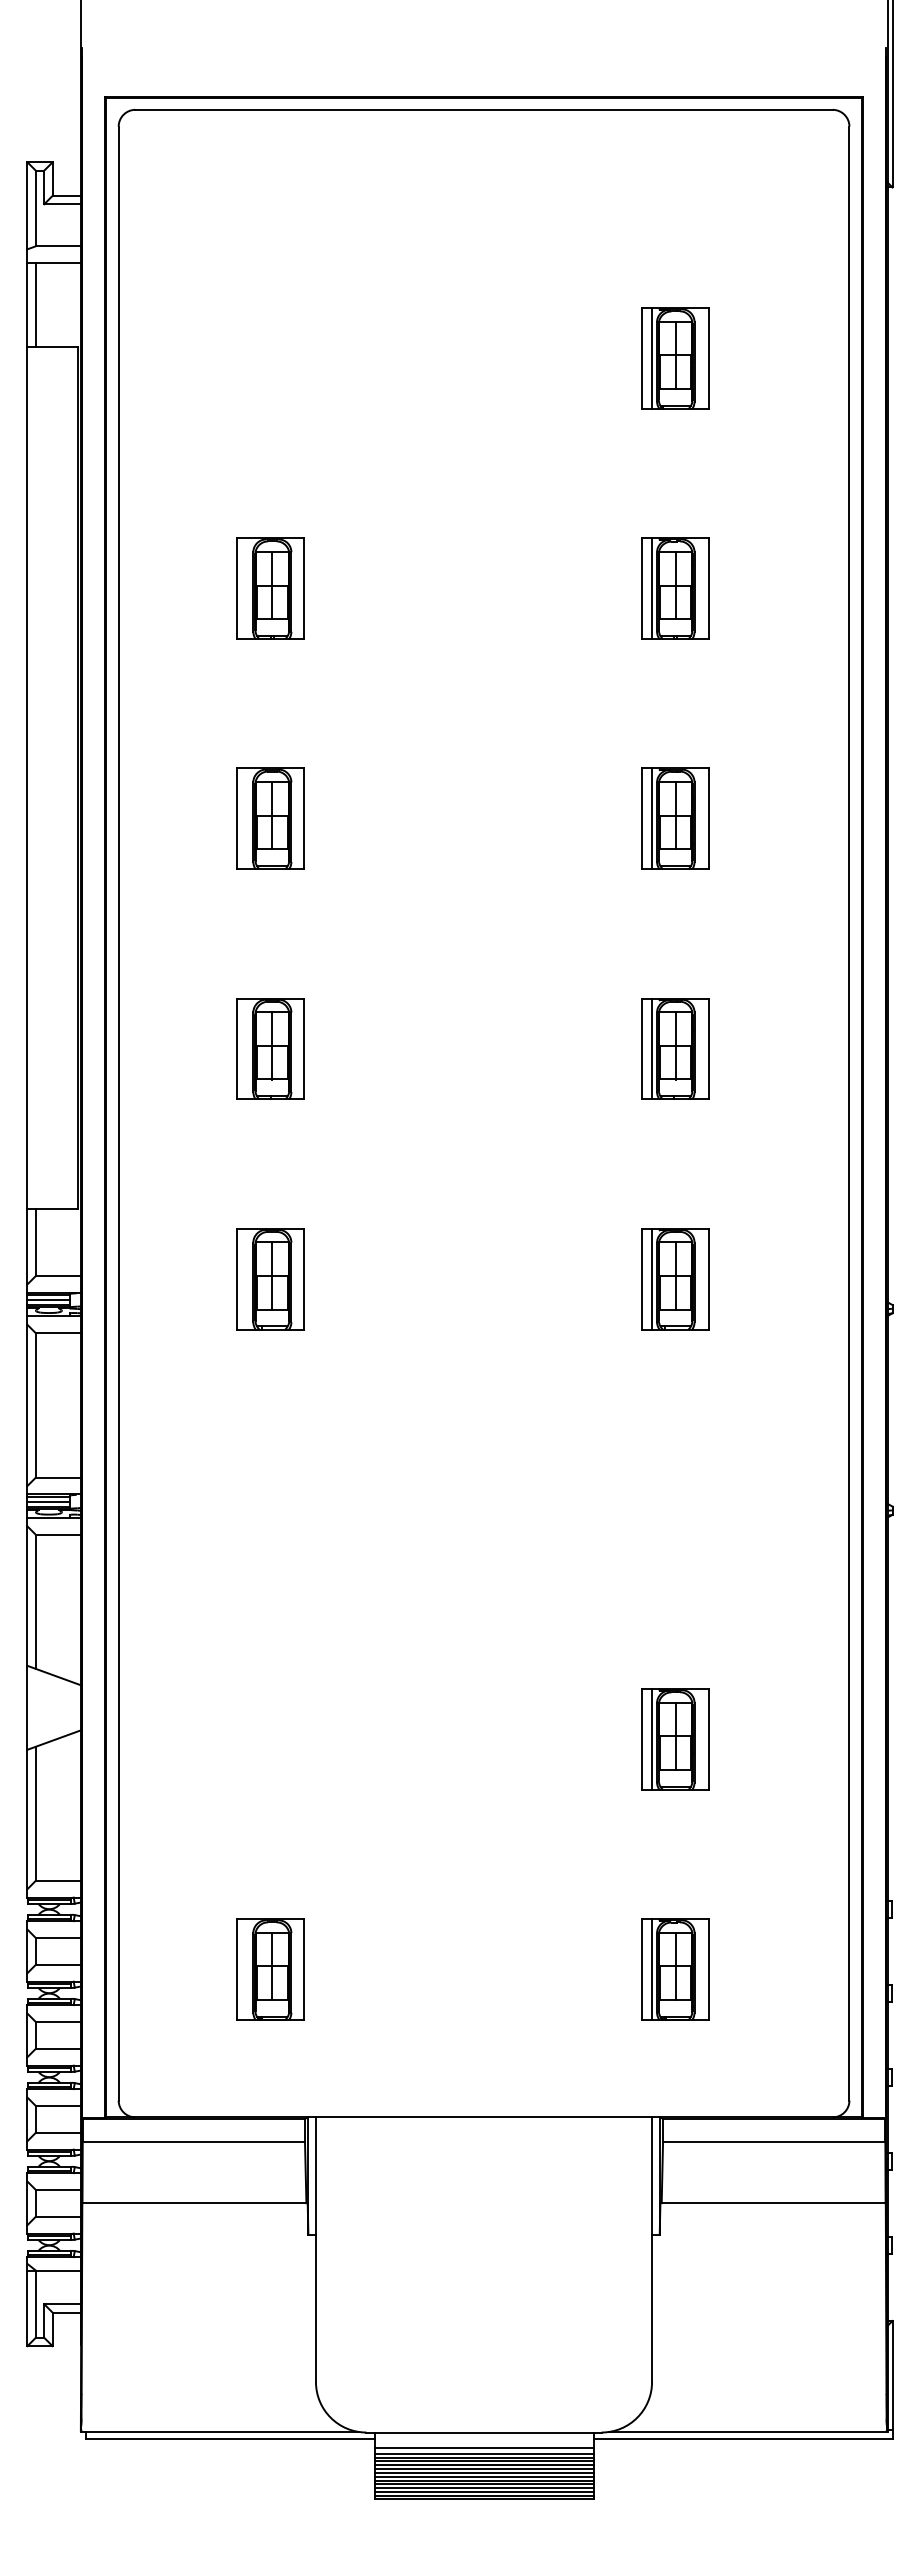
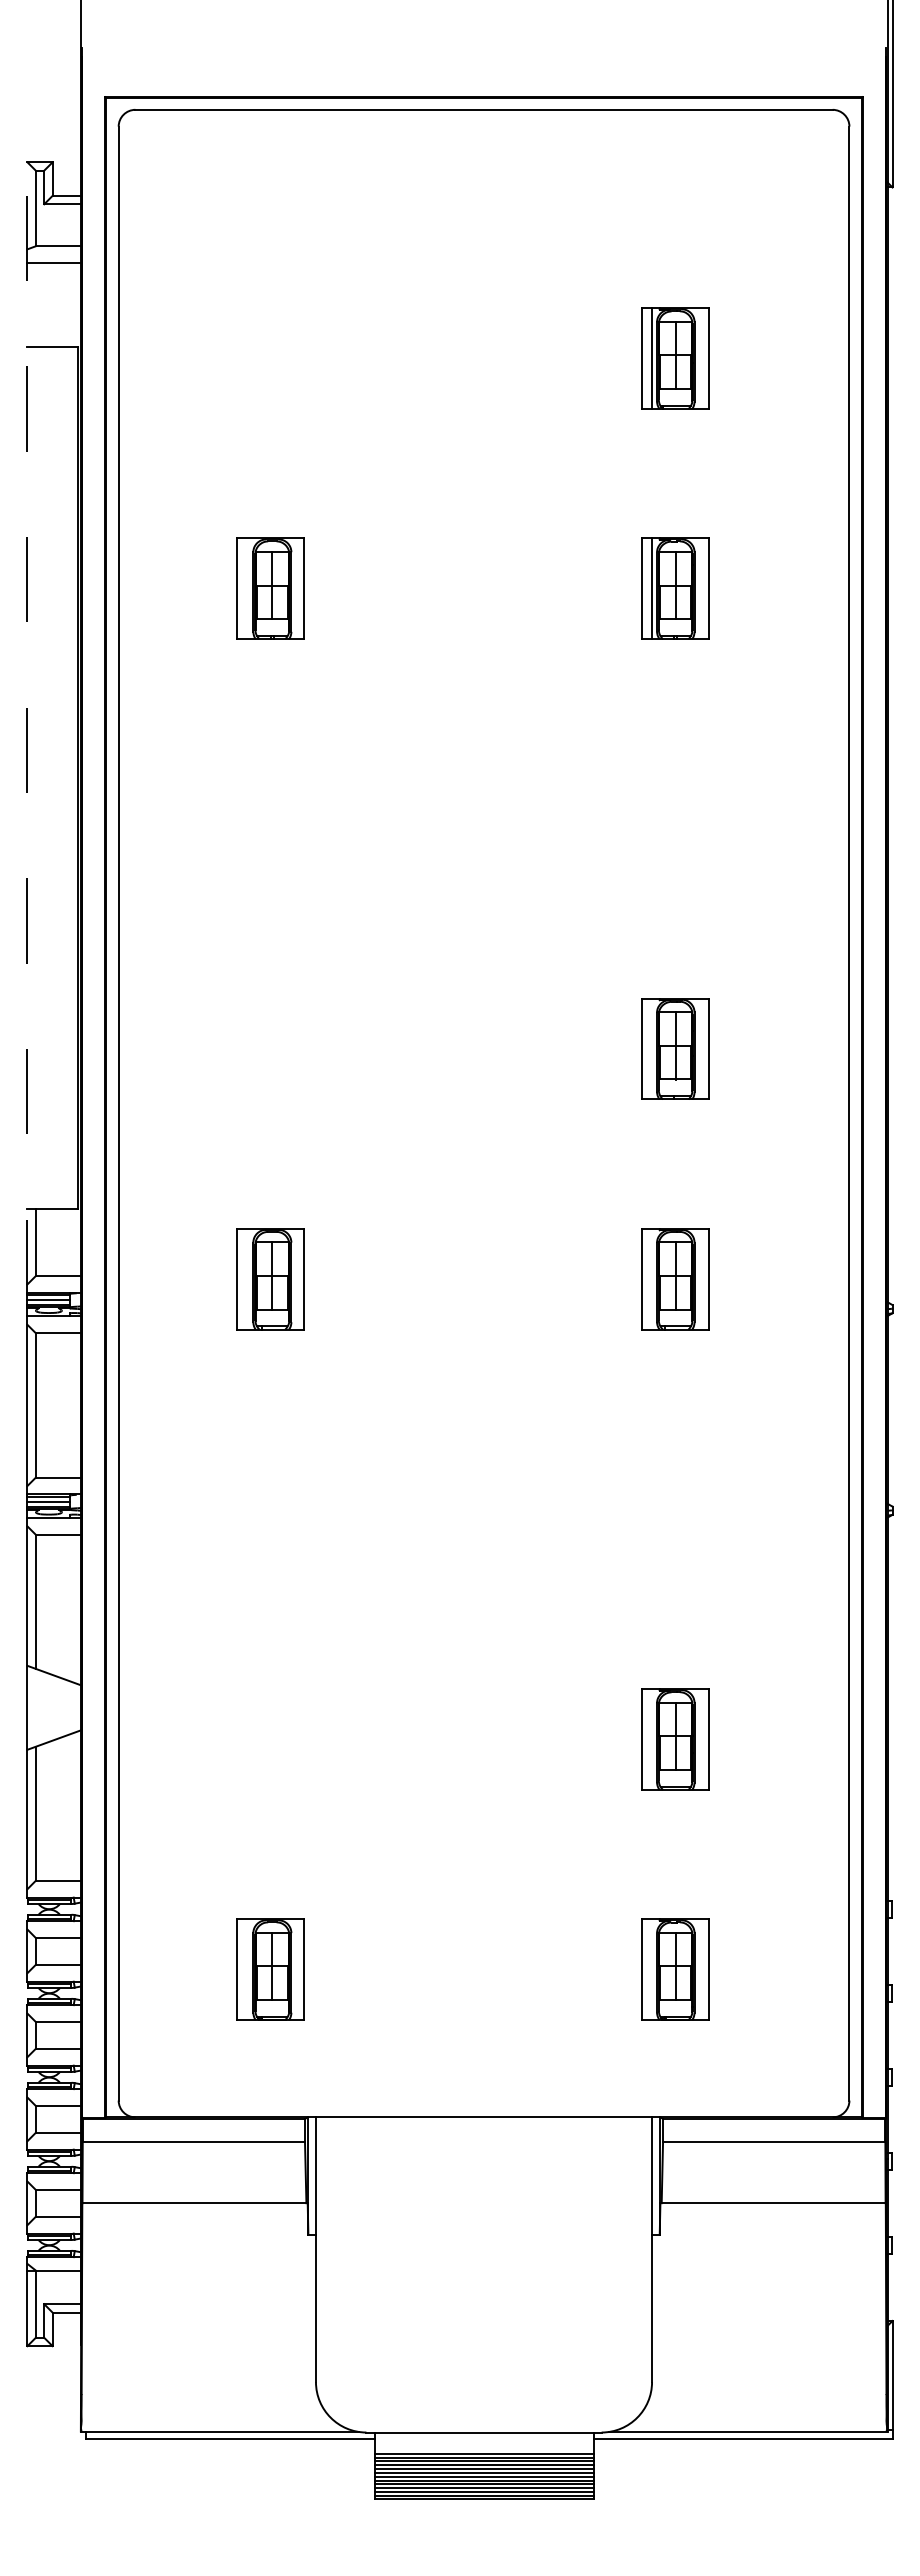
line at (35, 305): present -> none
line at (27, 733): solid -> dashed
part at (270, 818): present -> none
part at (675, 818): present -> none
part at (270, 1048): present -> none
line at (652, 1048): present -> none
line at (652, 1278): present -> none
line at (652, 1738): present -> none
line at (652, 1969): present -> none
line at (484, 2448): present -> none
